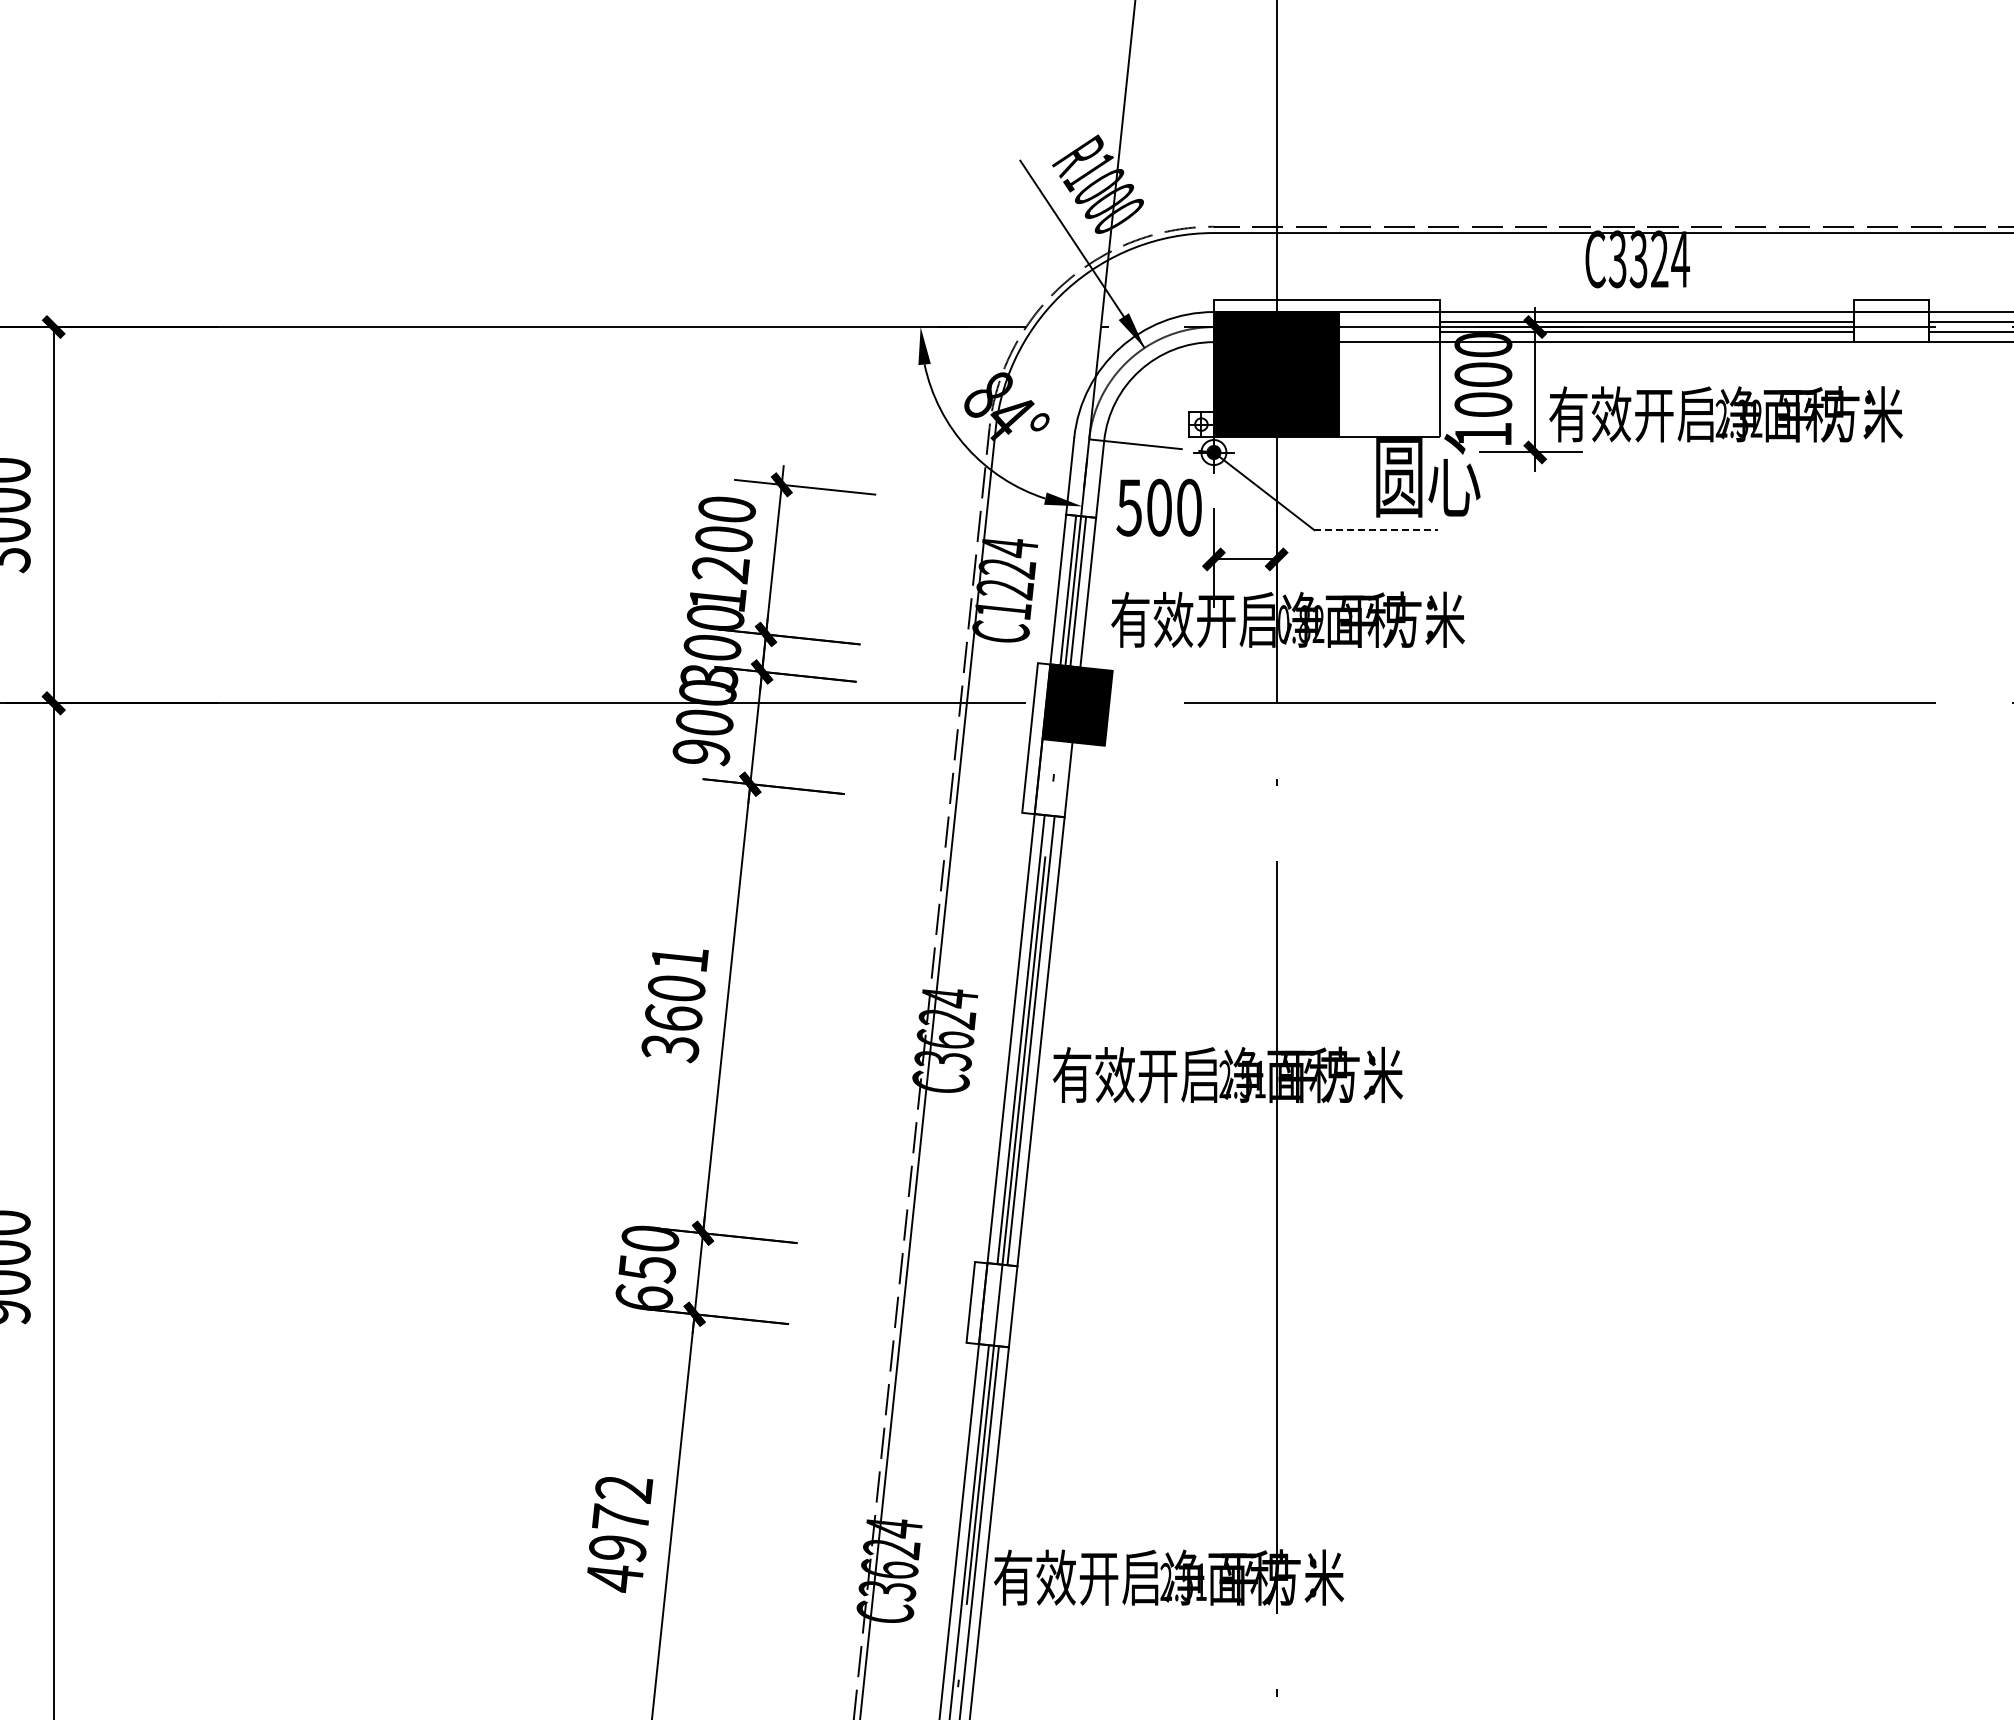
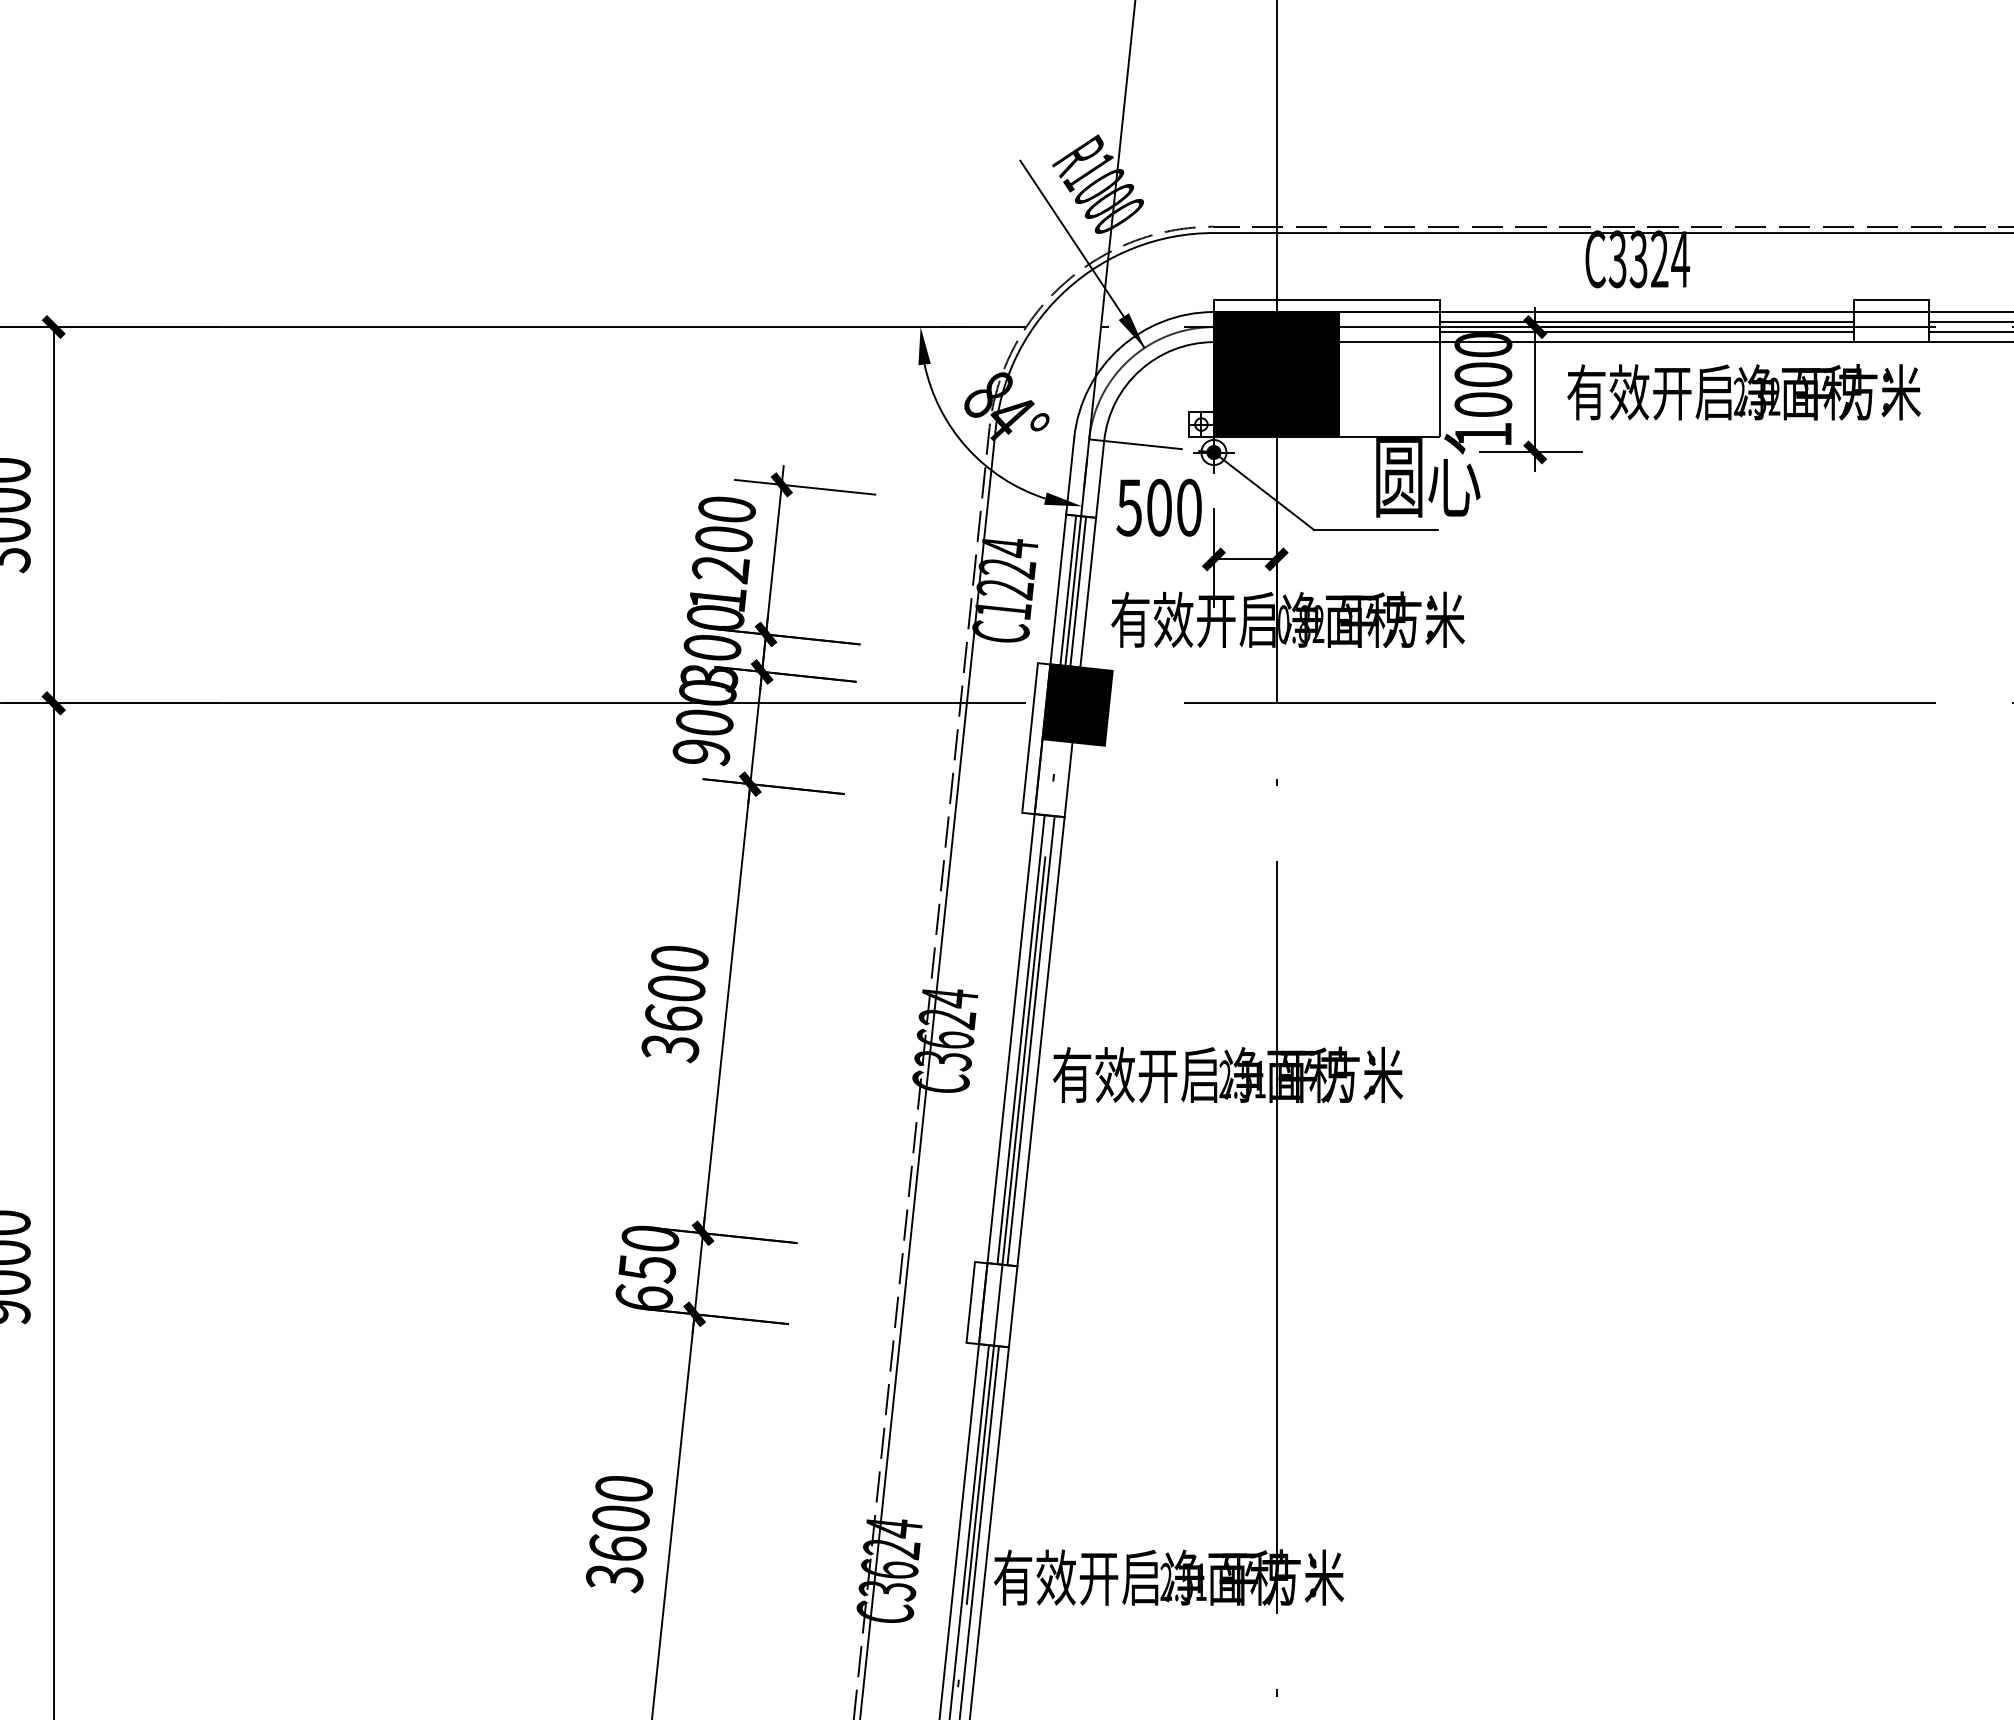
text at (1725, 414) position: (1725, 414) -> (1743, 392)
line at (1376, 530): dashed -> solid
text at (679, 958): 3601 -> 3600
text at (619, 1534): 4972 -> 3600
